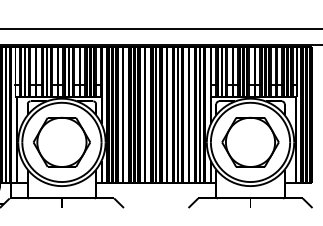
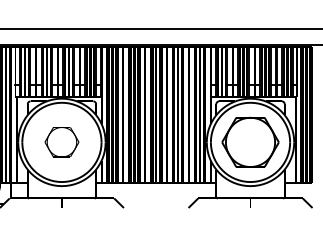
part at (61, 141) size: 58x52 px -> 36x31 px
